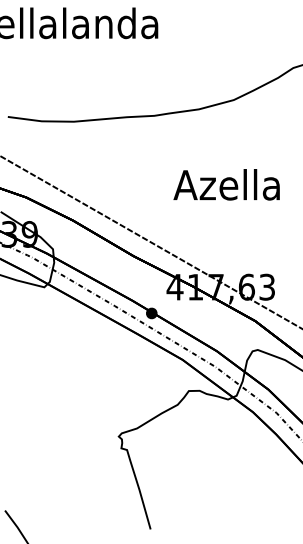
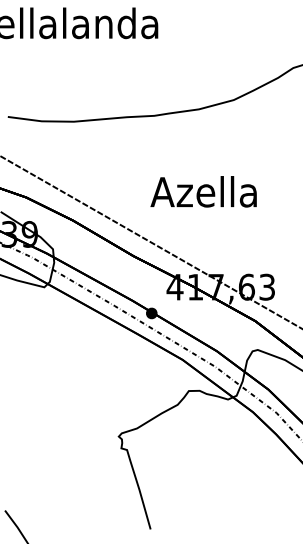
text at (226, 184) position: (226, 184) -> (203, 191)
